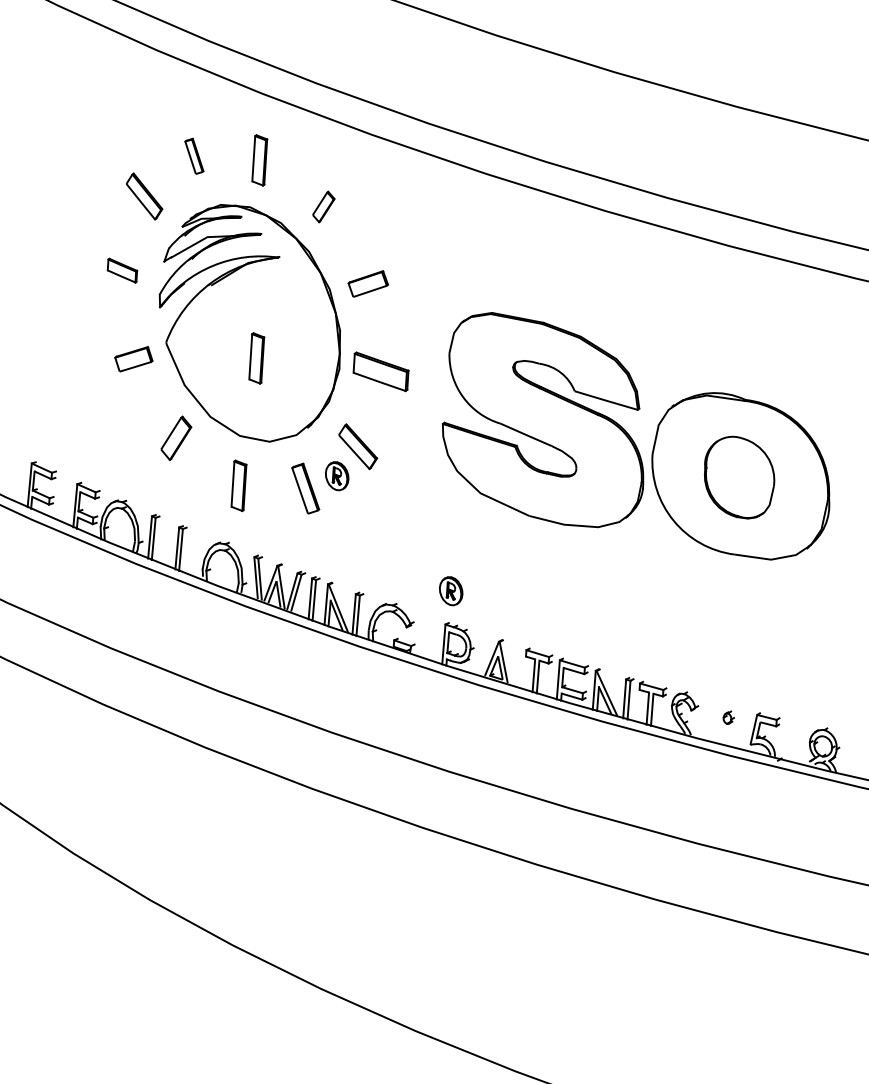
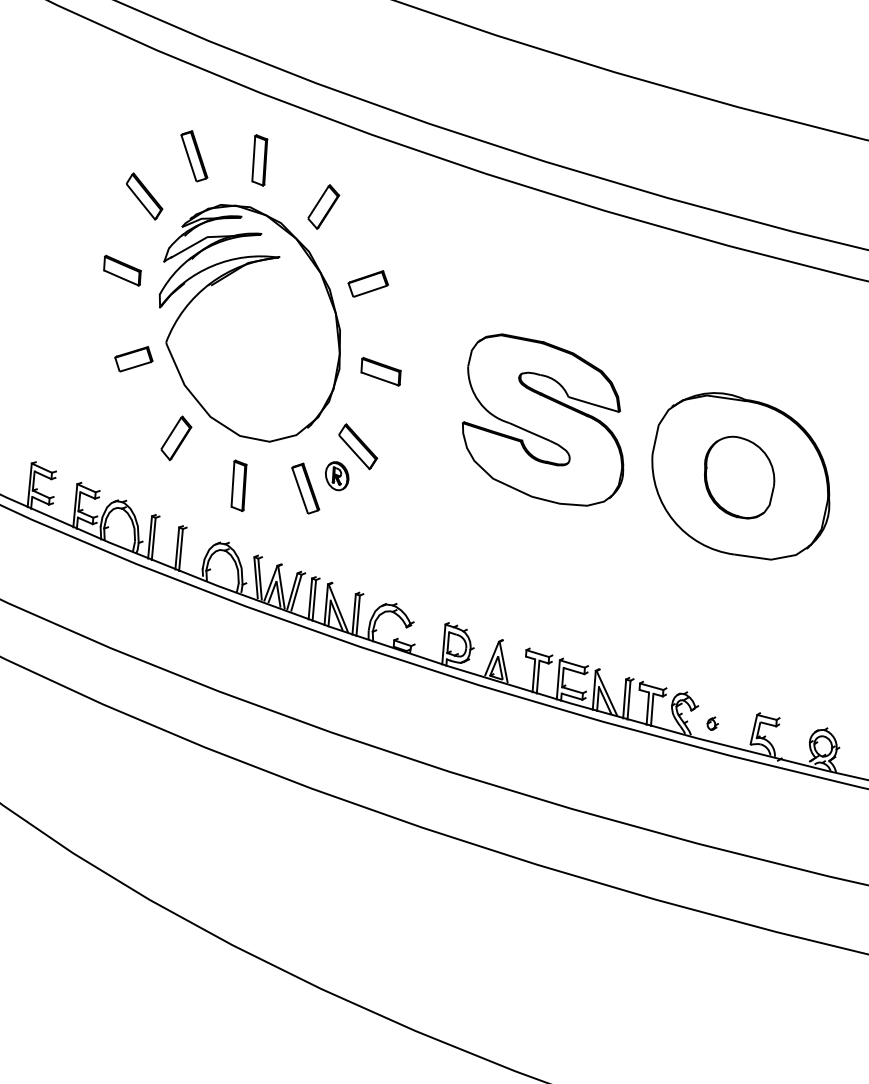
part at (194, 155) size: 21x38 px -> 29x53 px
part at (323, 206) size: 24x34 px -> 34x46 px
part at (122, 270) size: 33x27 px -> 39x33 px
part at (256, 358): present -> none
part at (380, 371) size: 58x42 px -> 42x31 px
part at (542, 420) size: 204x217 px -> 164x174 px
part at (451, 591): present -> none
part at (728, 717) position: (728, 717) -> (712, 723)
